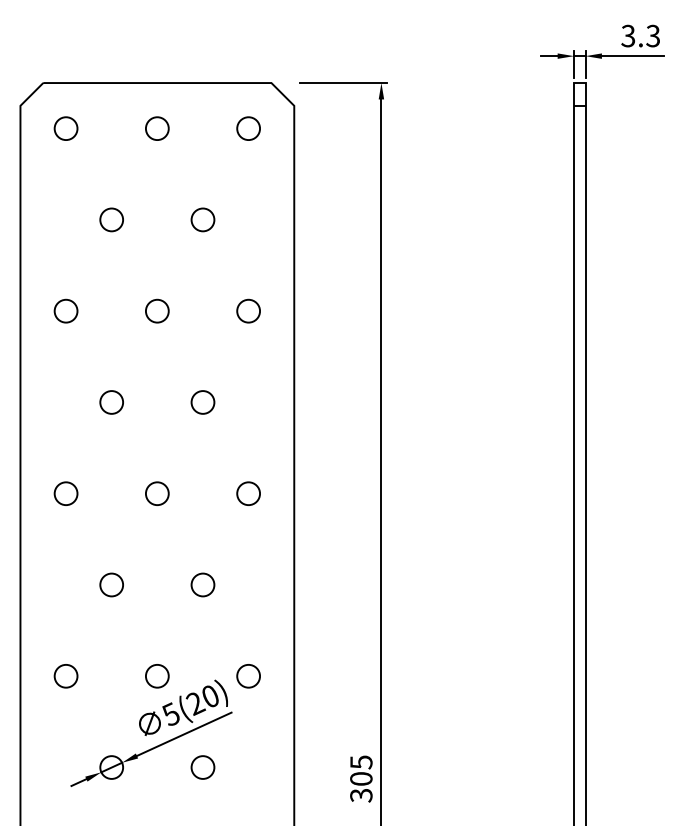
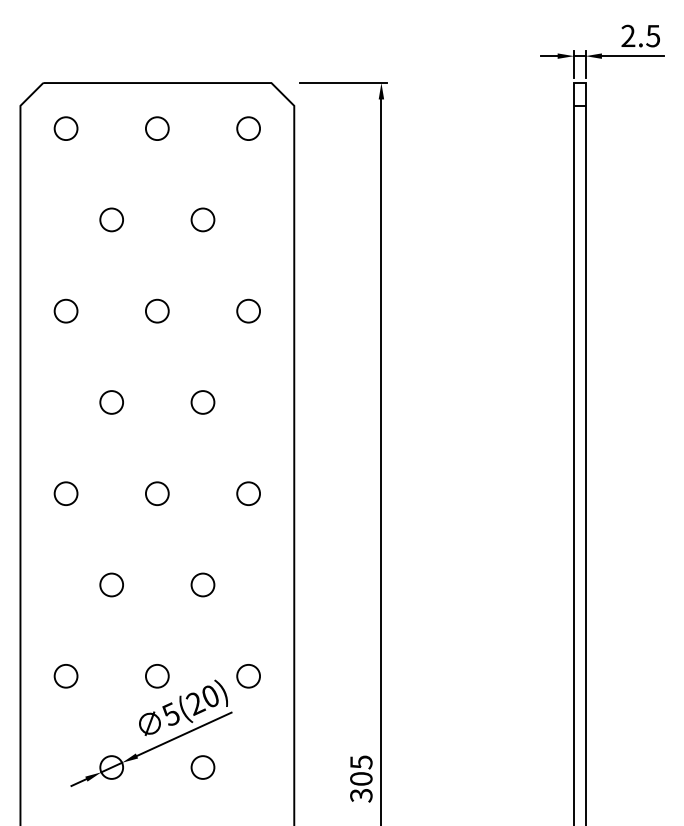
text at (640, 35): 3.3 -> 2.5
